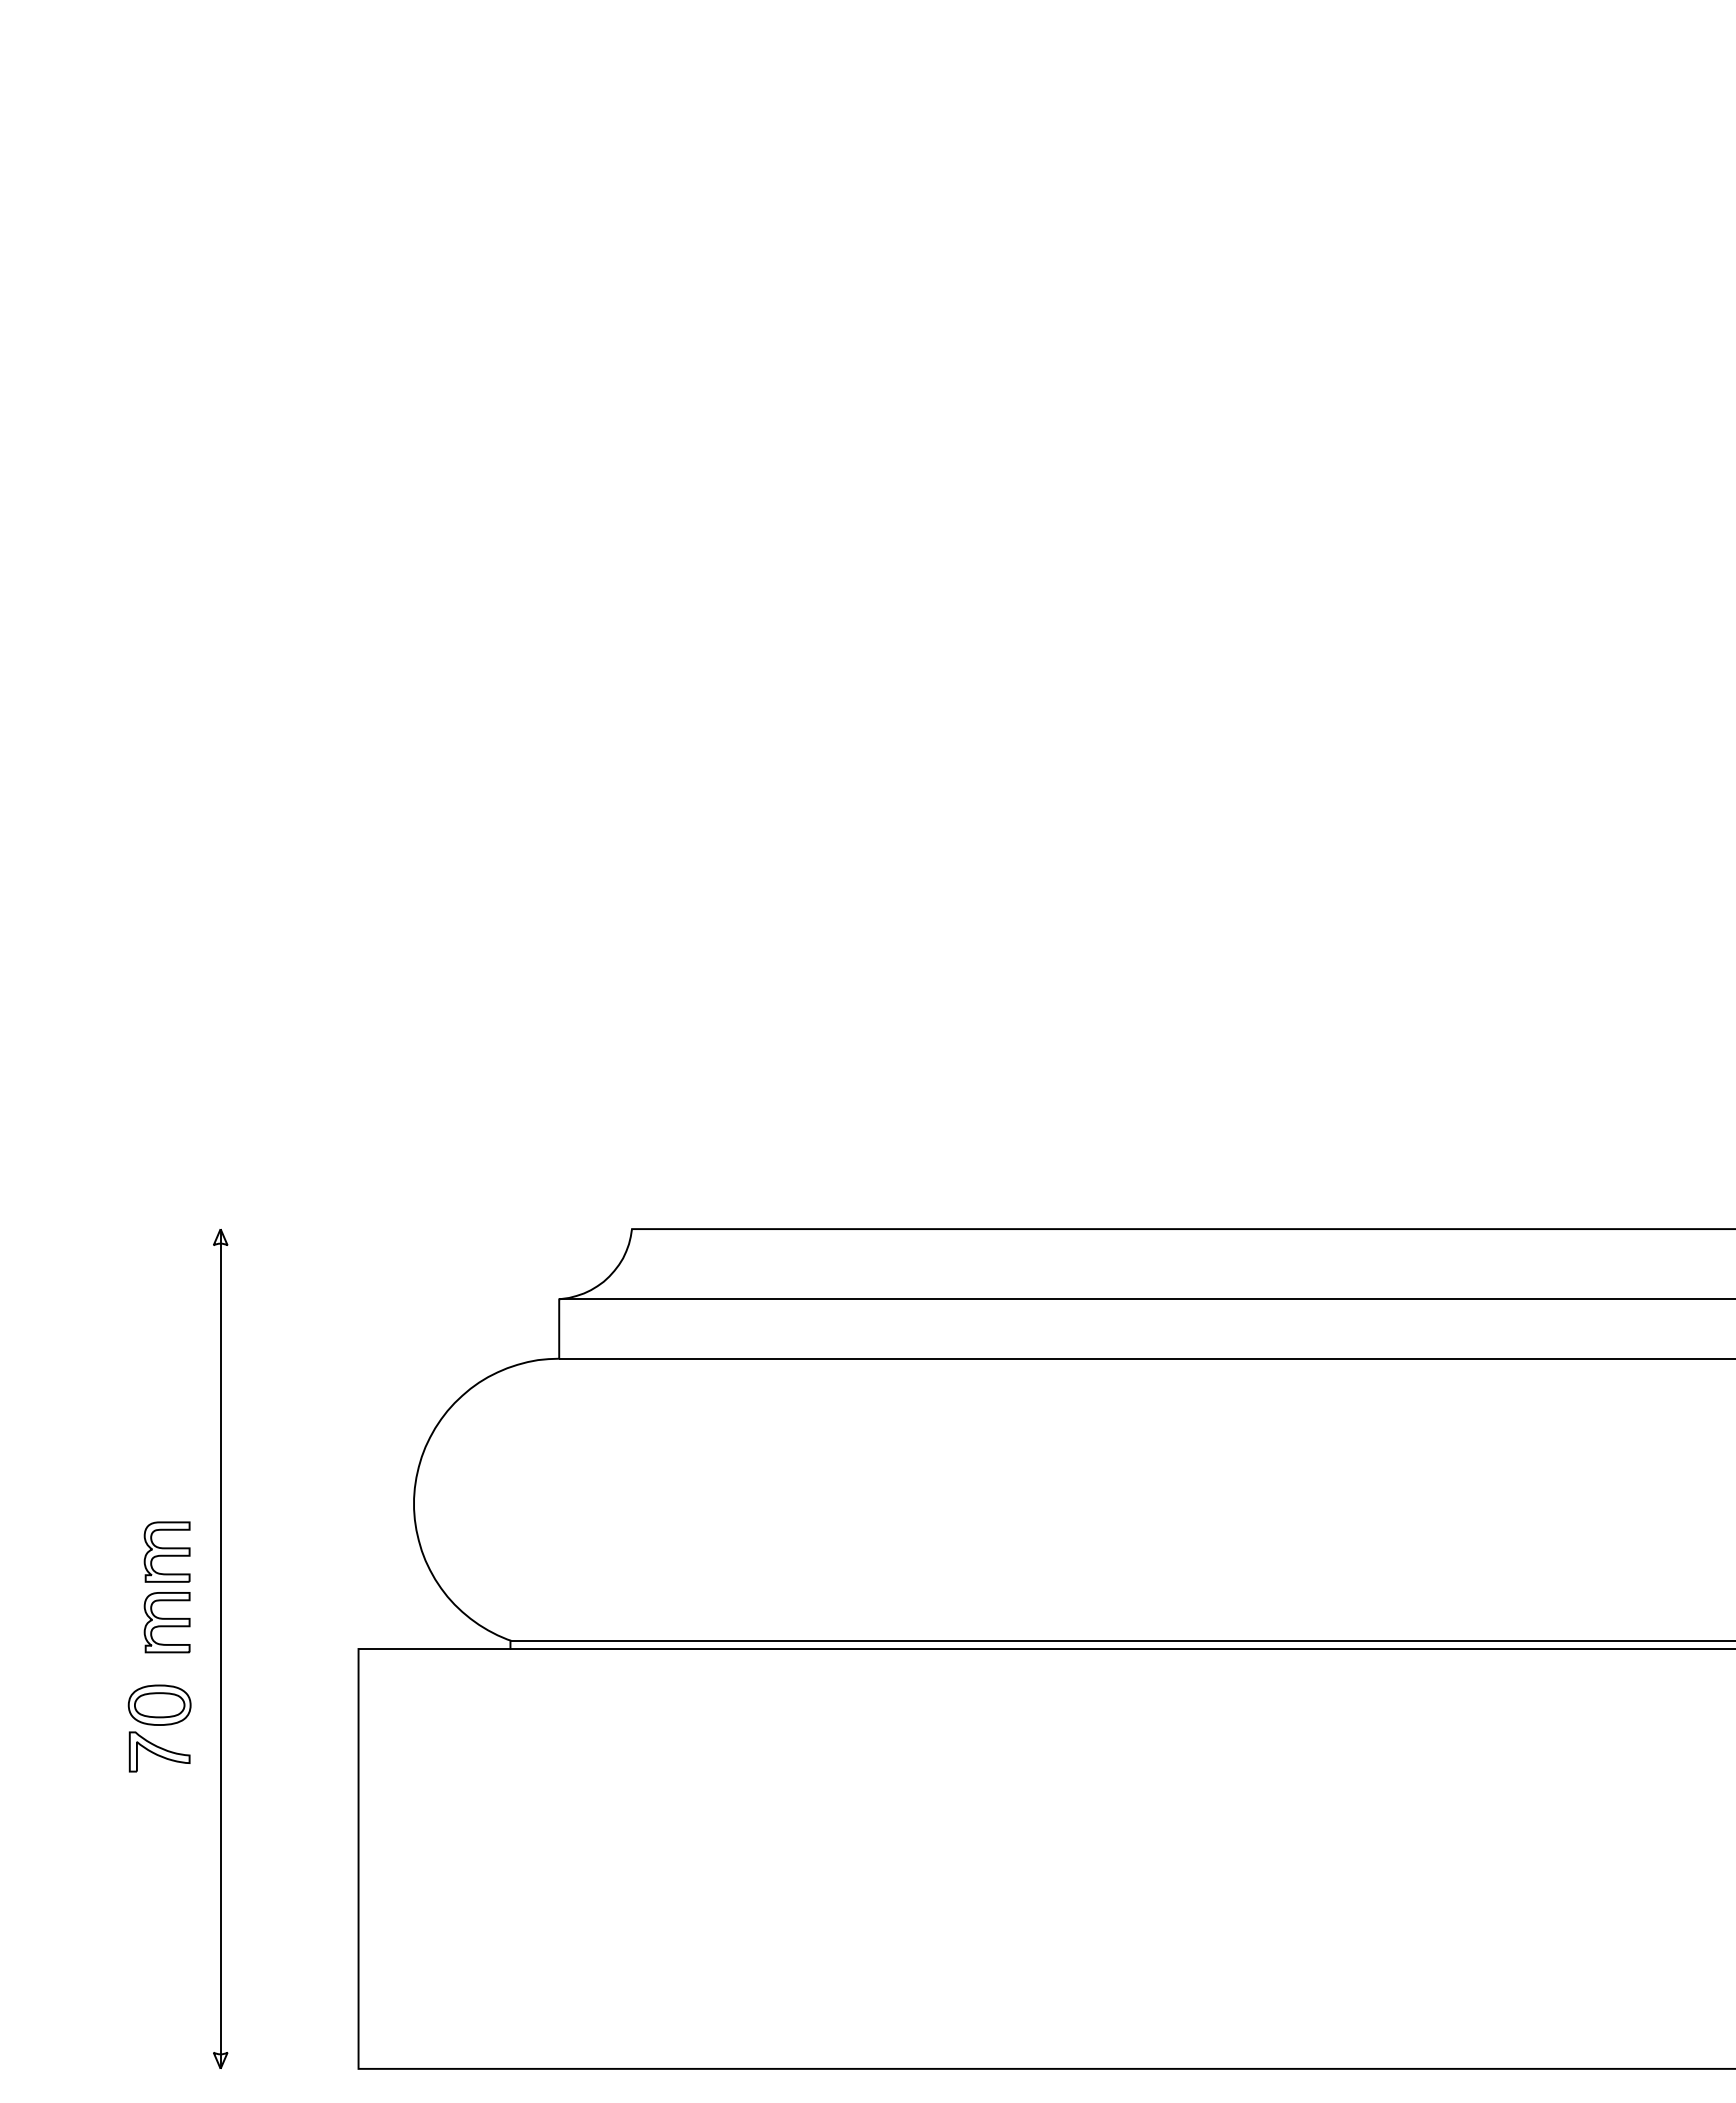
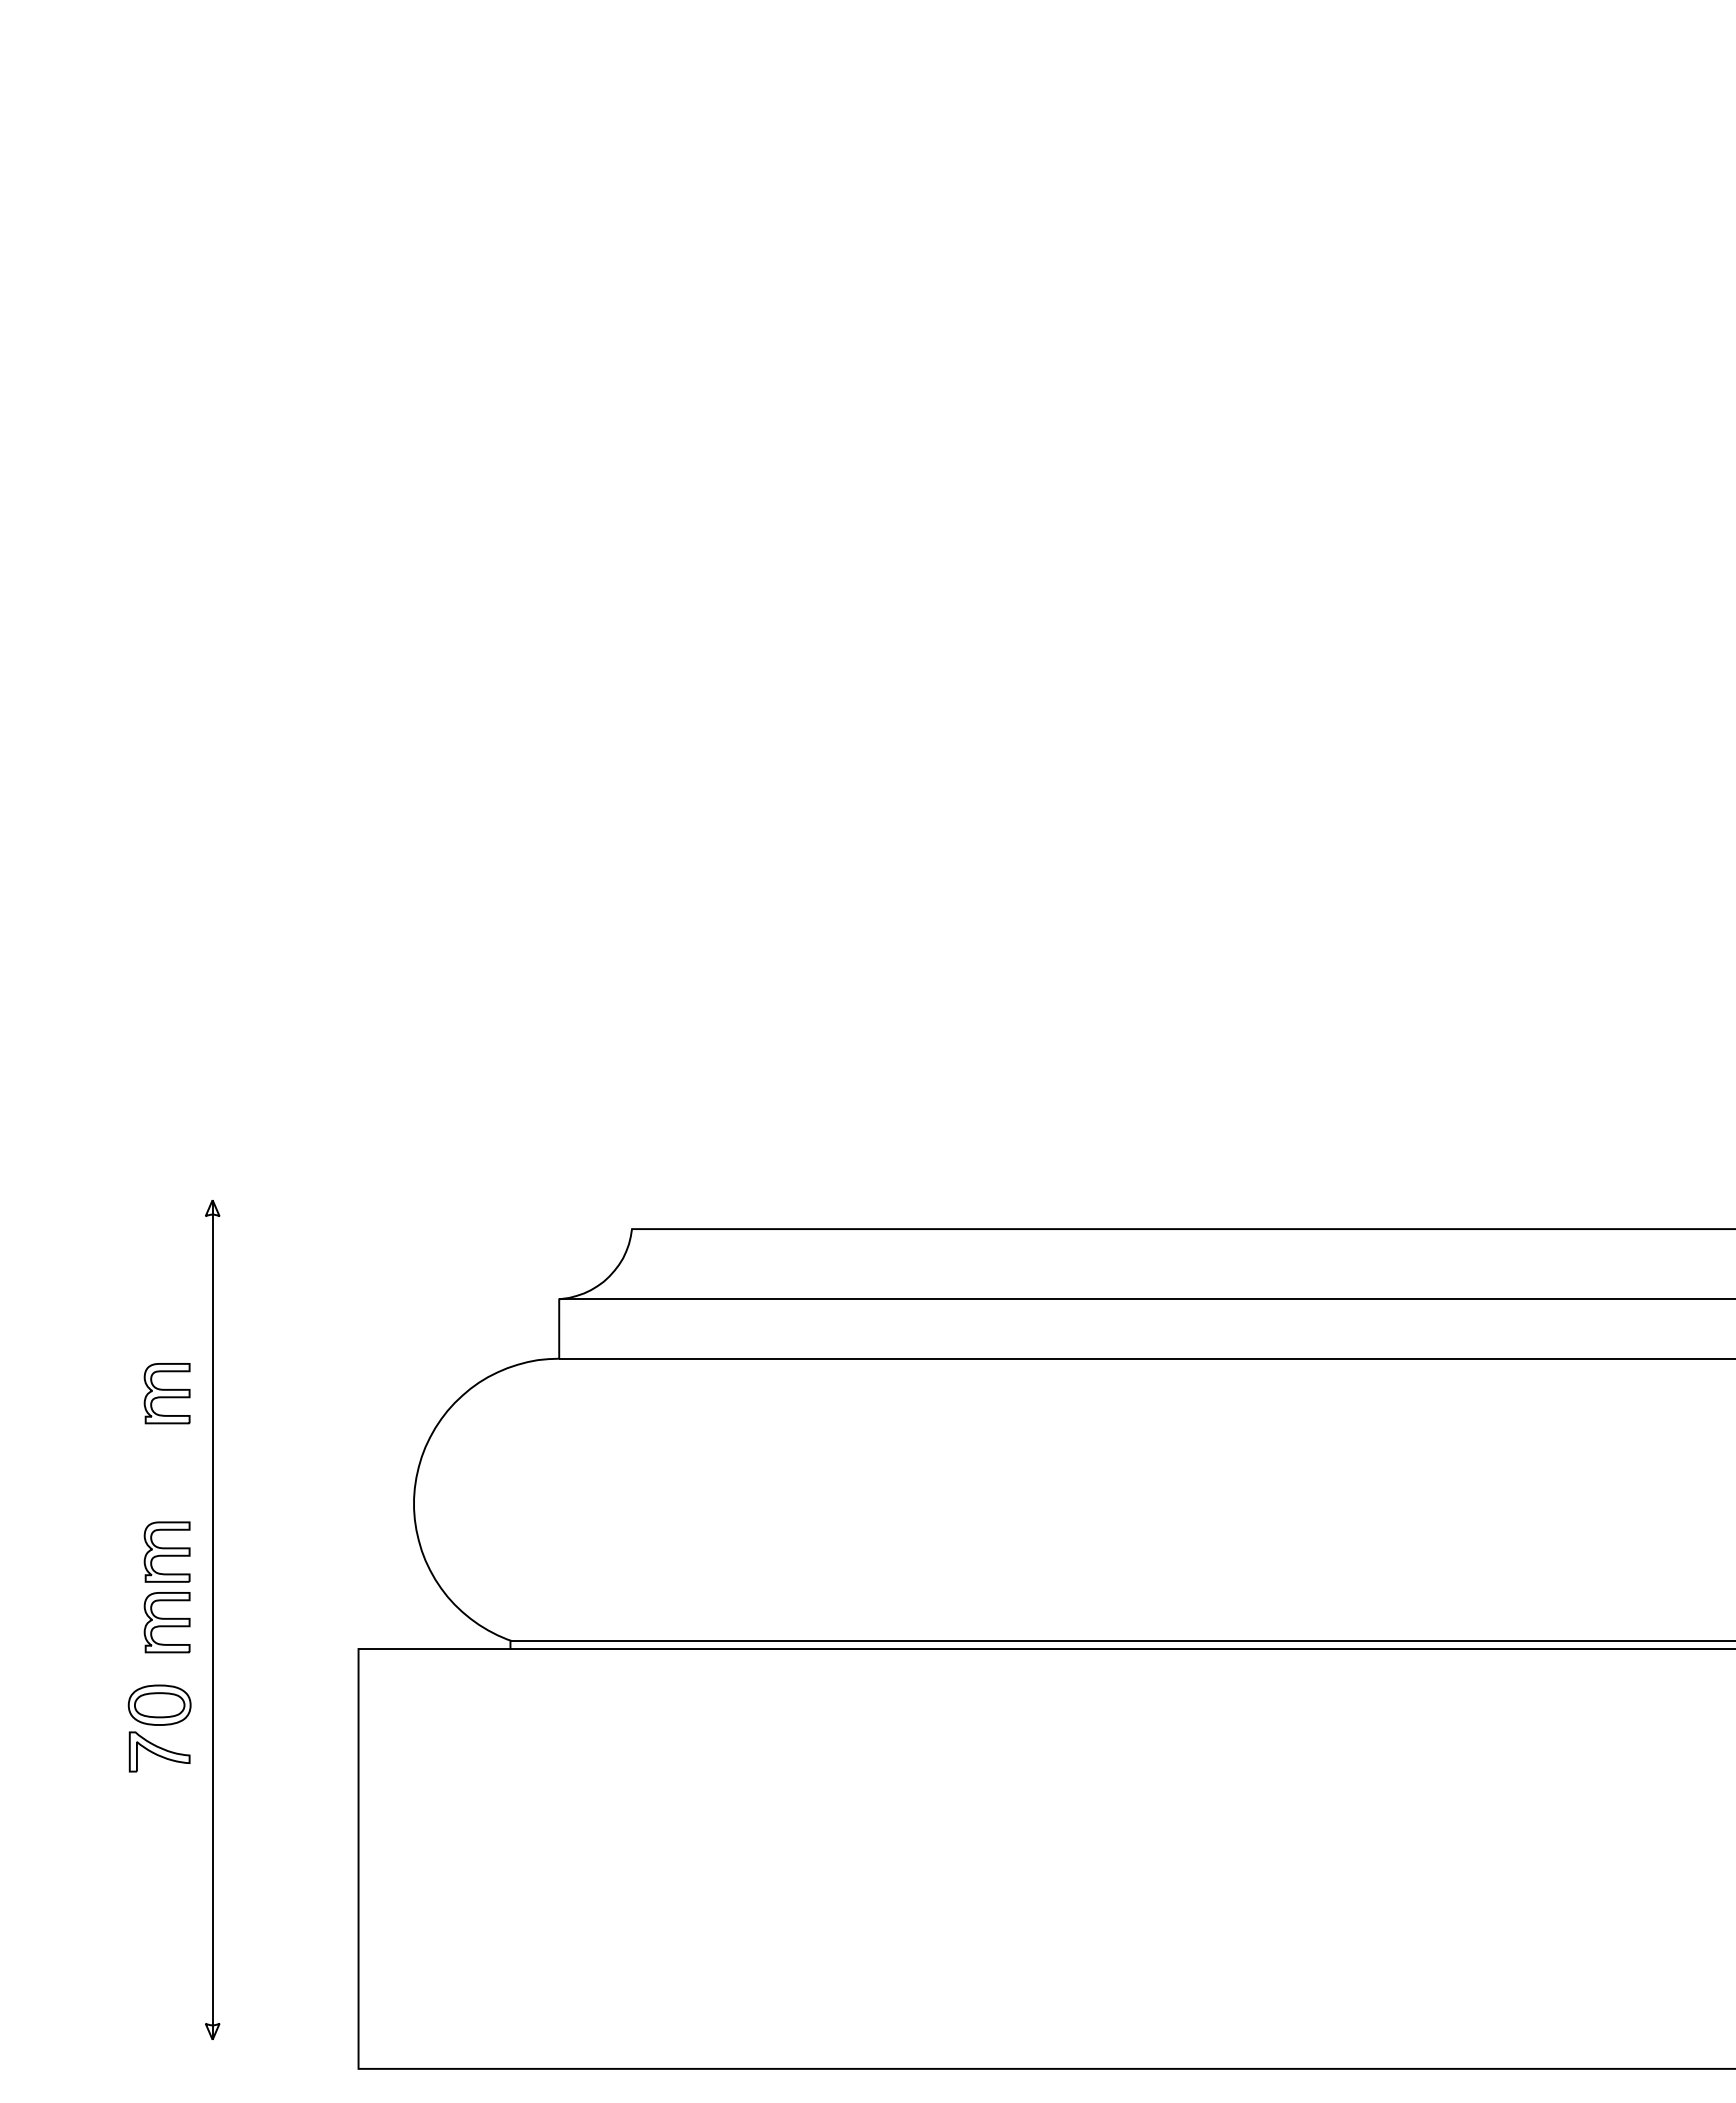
part at (166, 1393): none -> present
part at (220, 1648) position: (220, 1648) -> (212, 1619)
